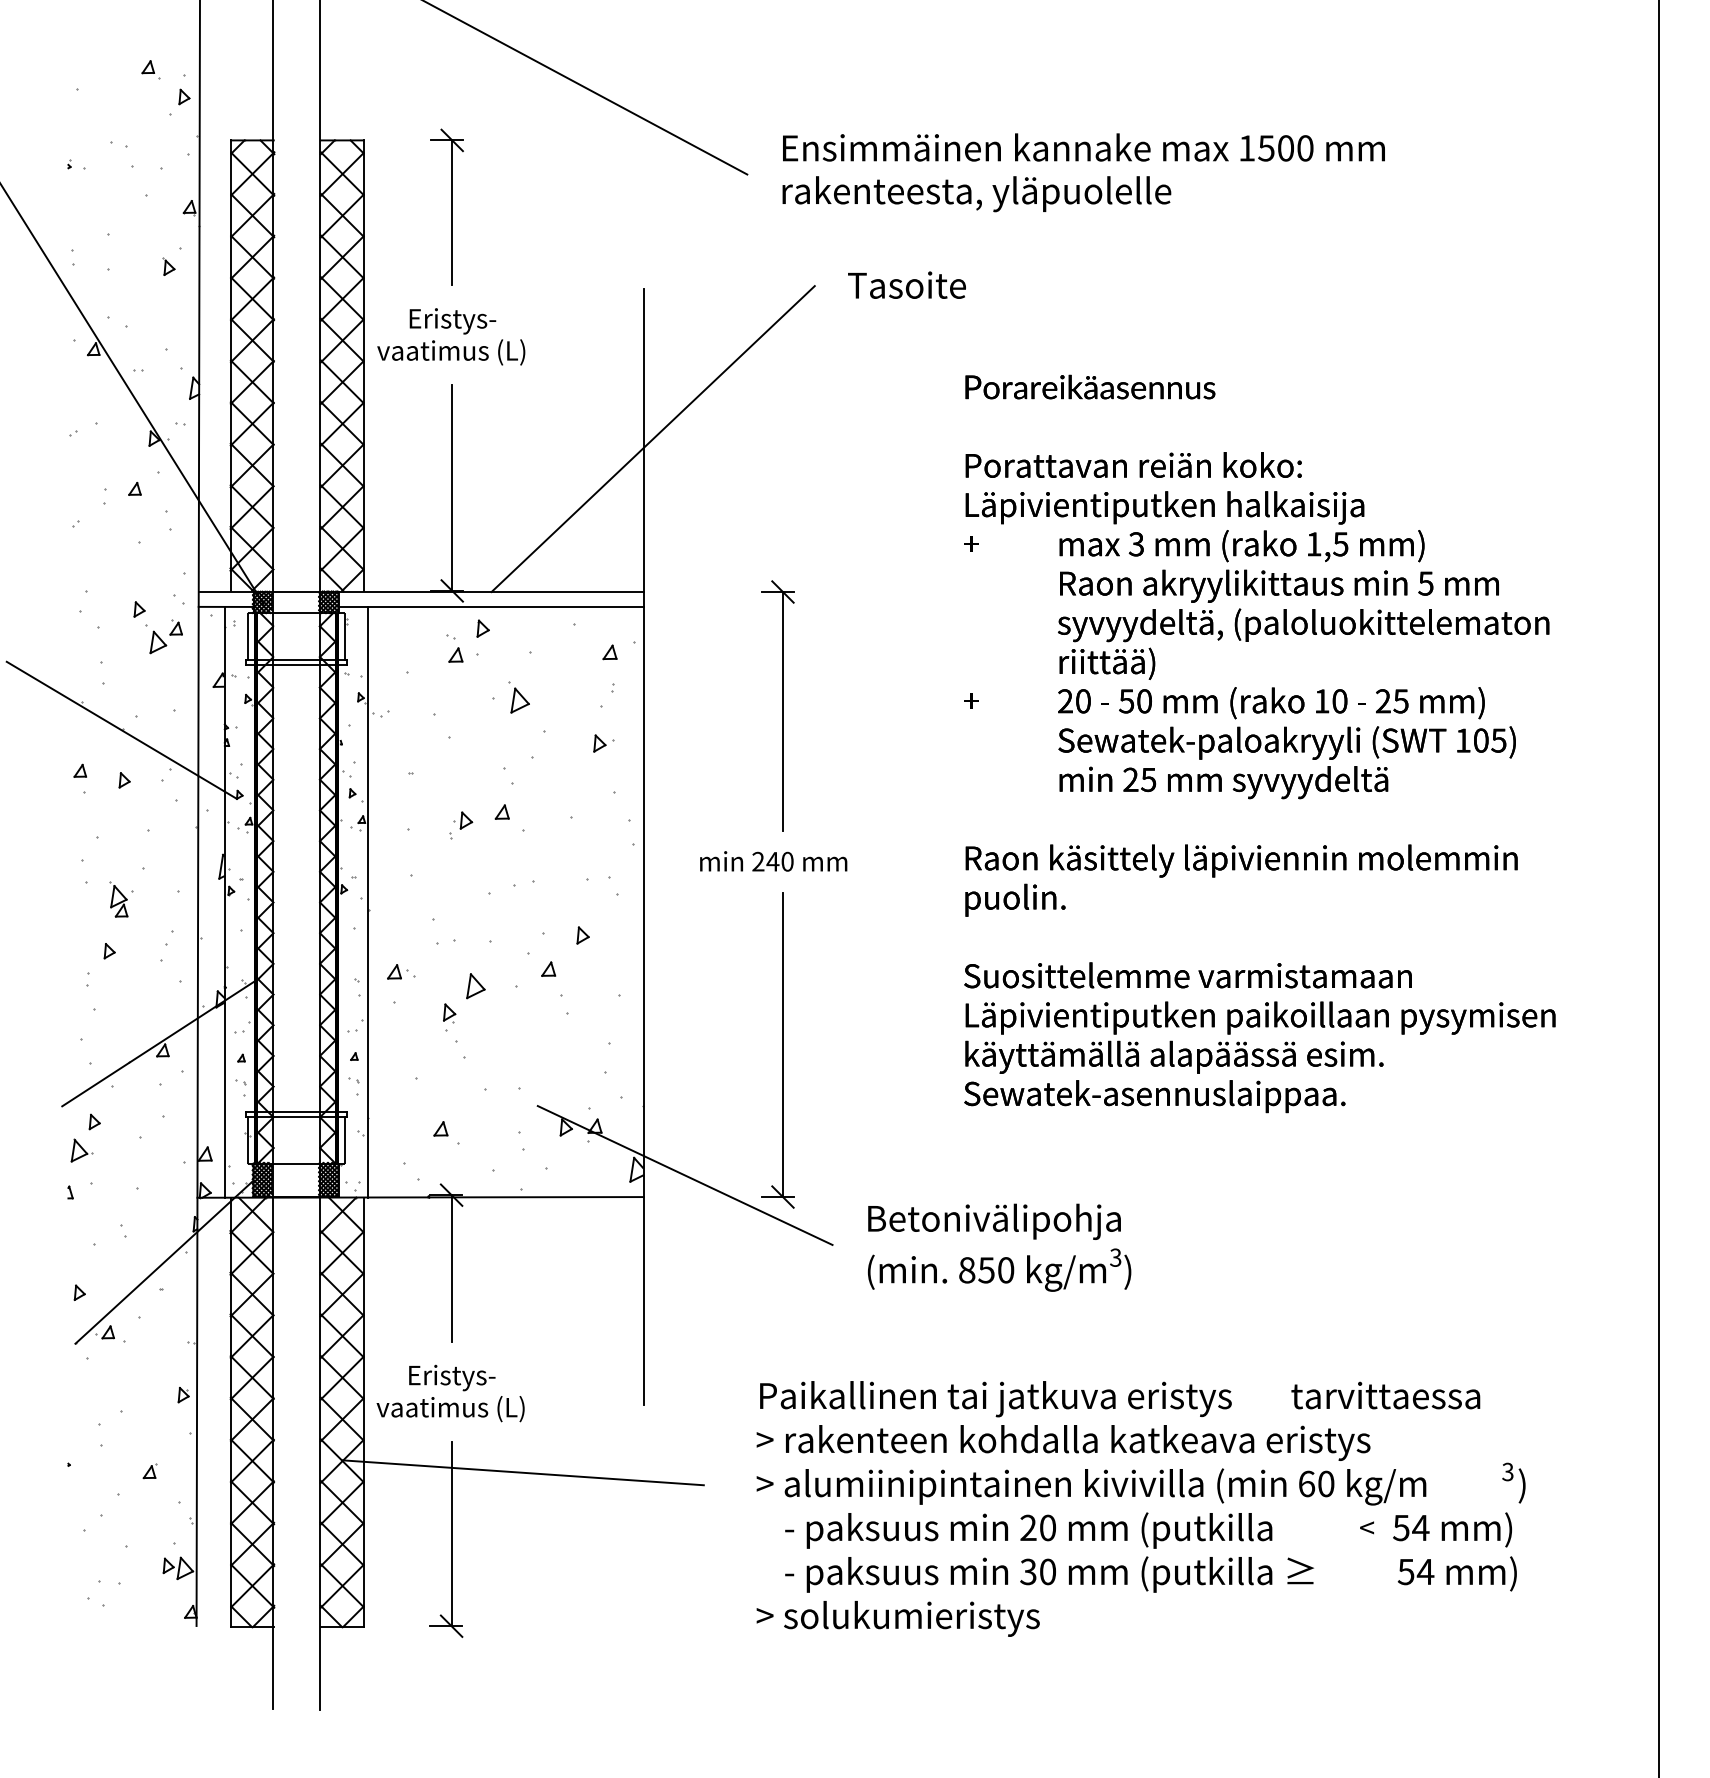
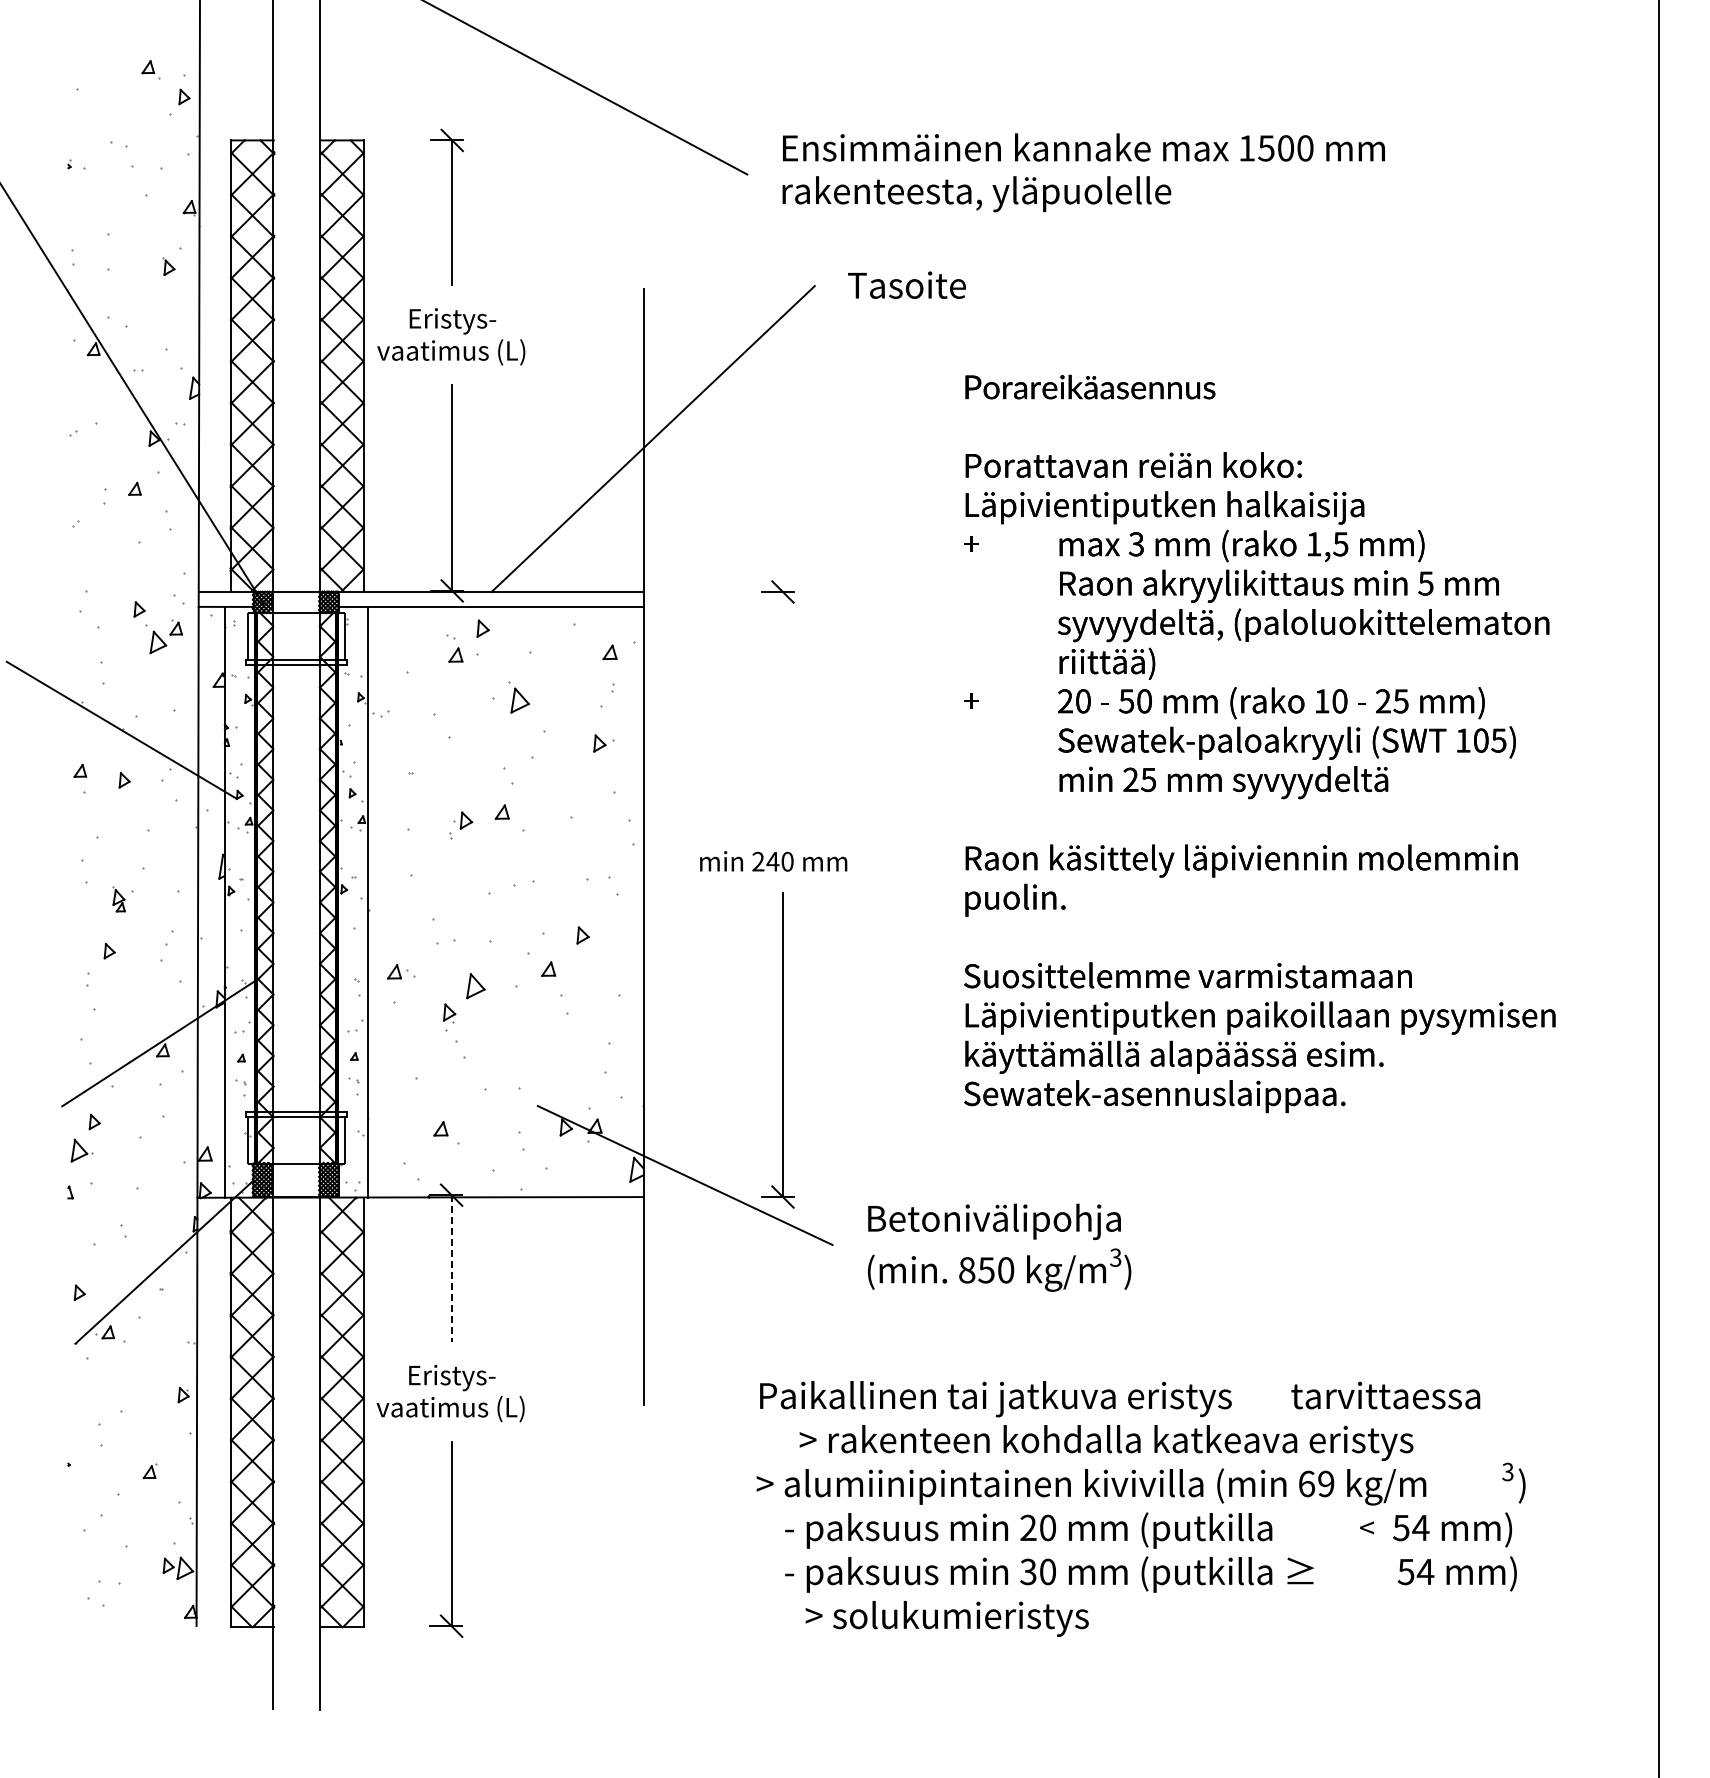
line at (782, 711): present -> none
part at (118, 899) size: 20x37 px -> 14x27 px
line at (451, 1268): solid -> dashed
text at (1063, 1442) position: (1063, 1442) -> (1106, 1442)
line at (522, 1472): present -> none
text at (1326, 1483): 60 -> 69
text at (897, 1618) position: (897, 1618) -> (946, 1618)
